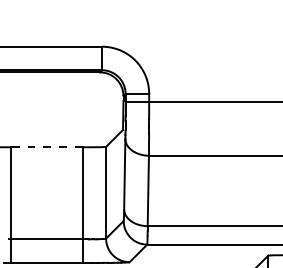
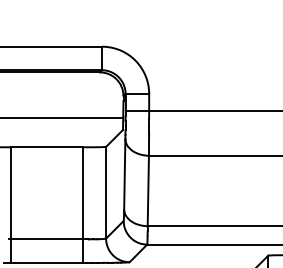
line at (202, 102) position: (202, 102) -> (202, 111)
line at (62, 117): none -> present
line at (46, 147): dashed -> solid
